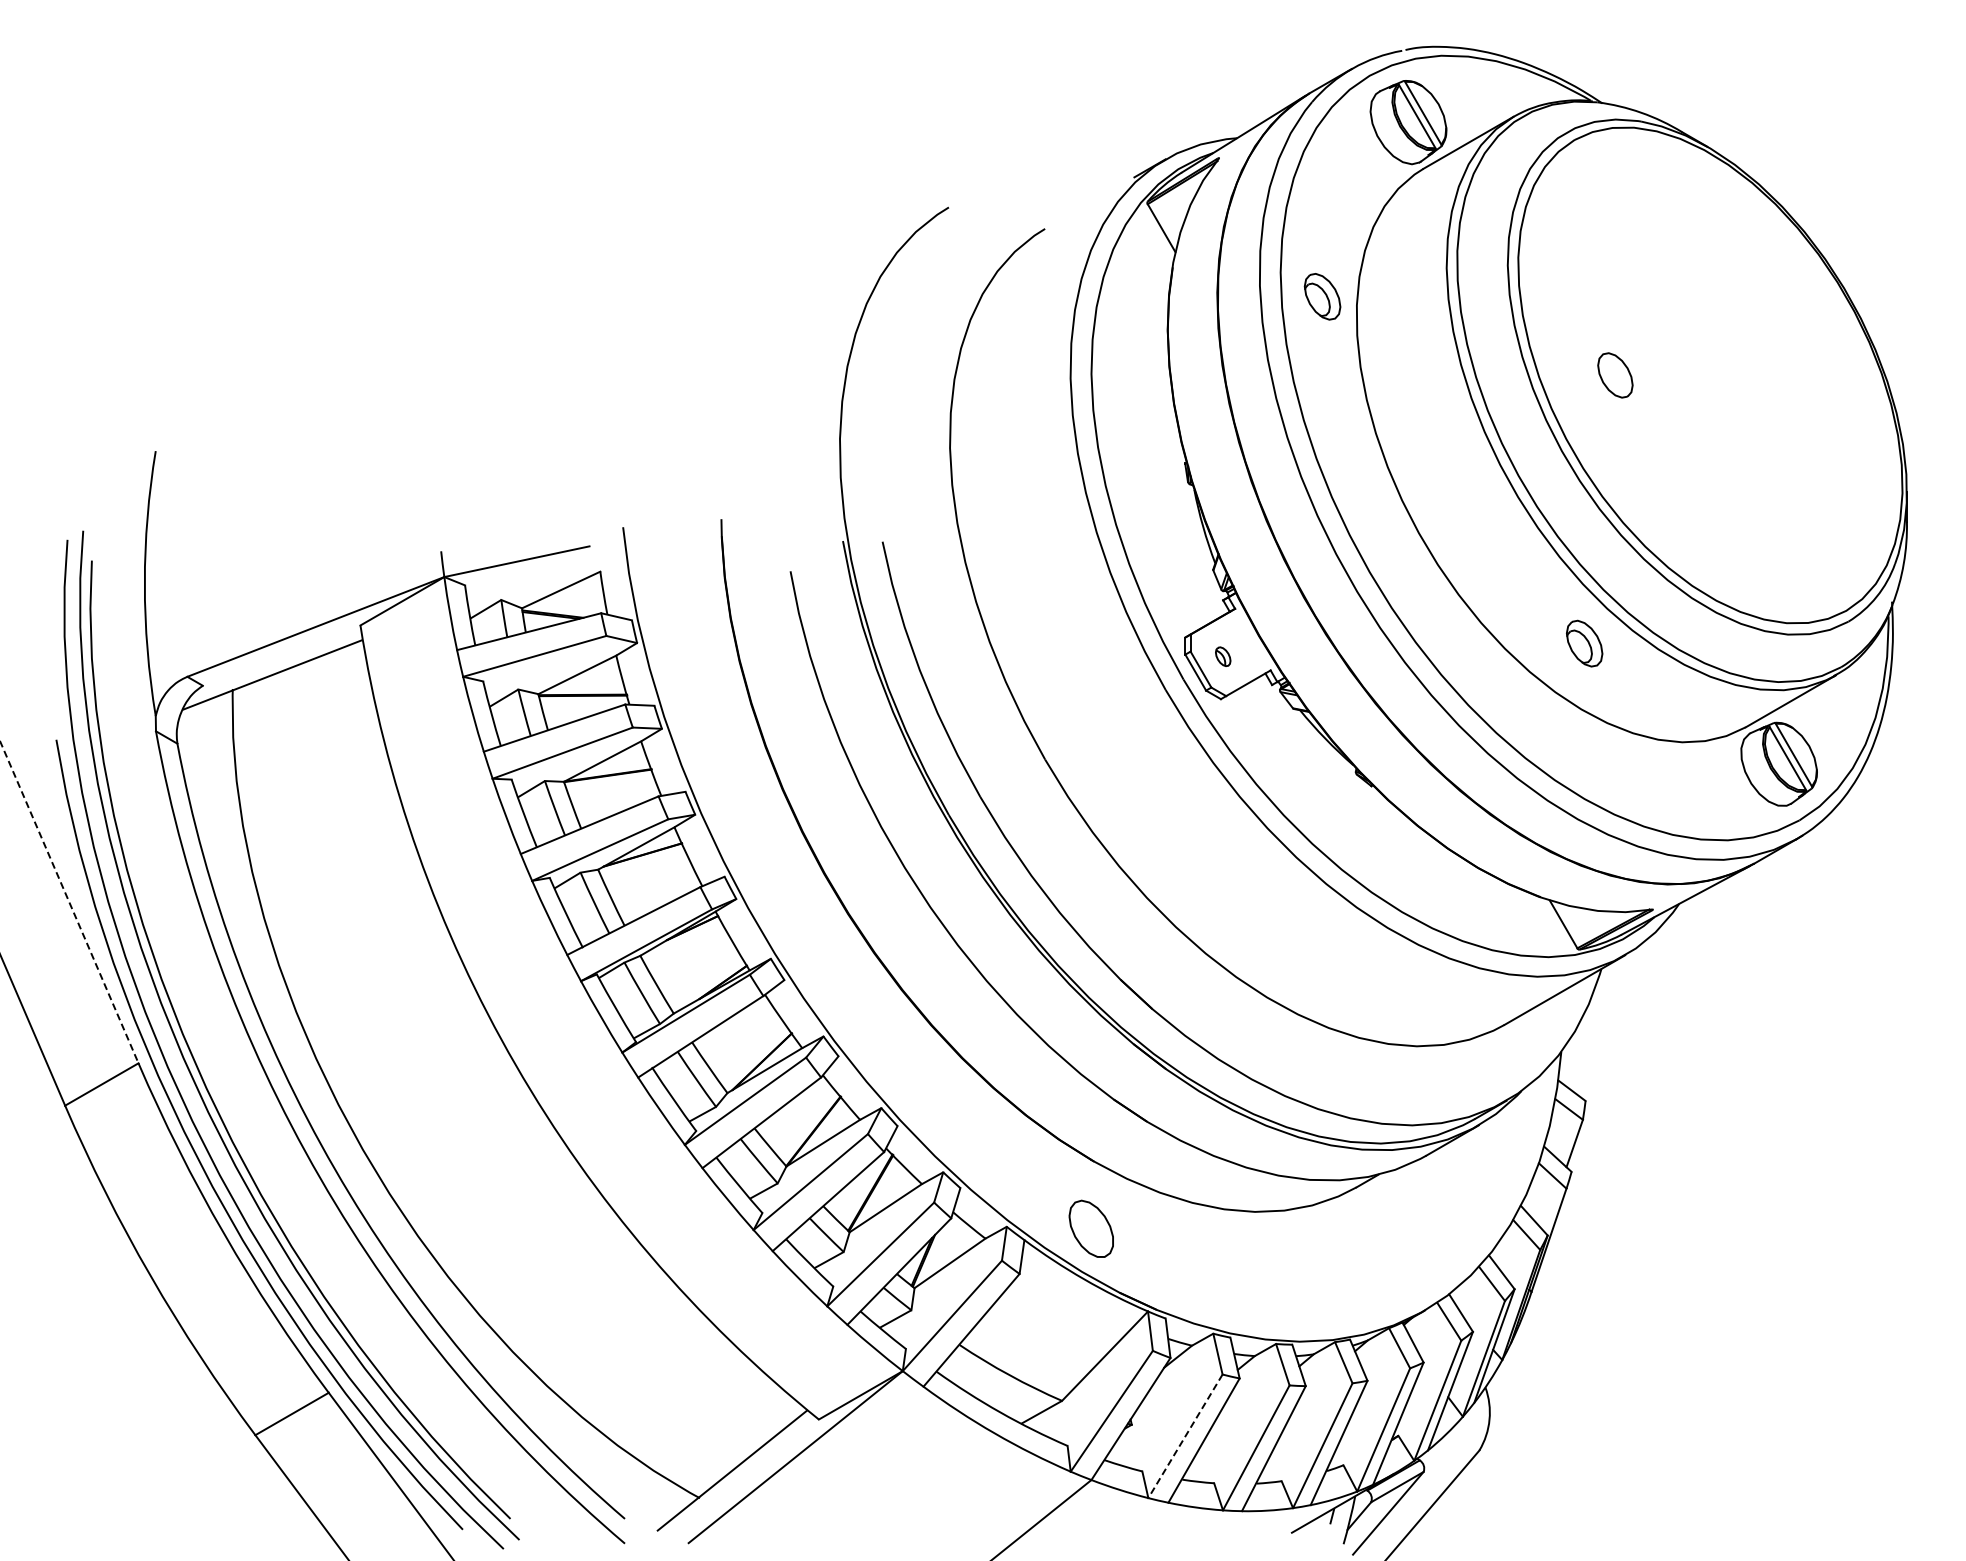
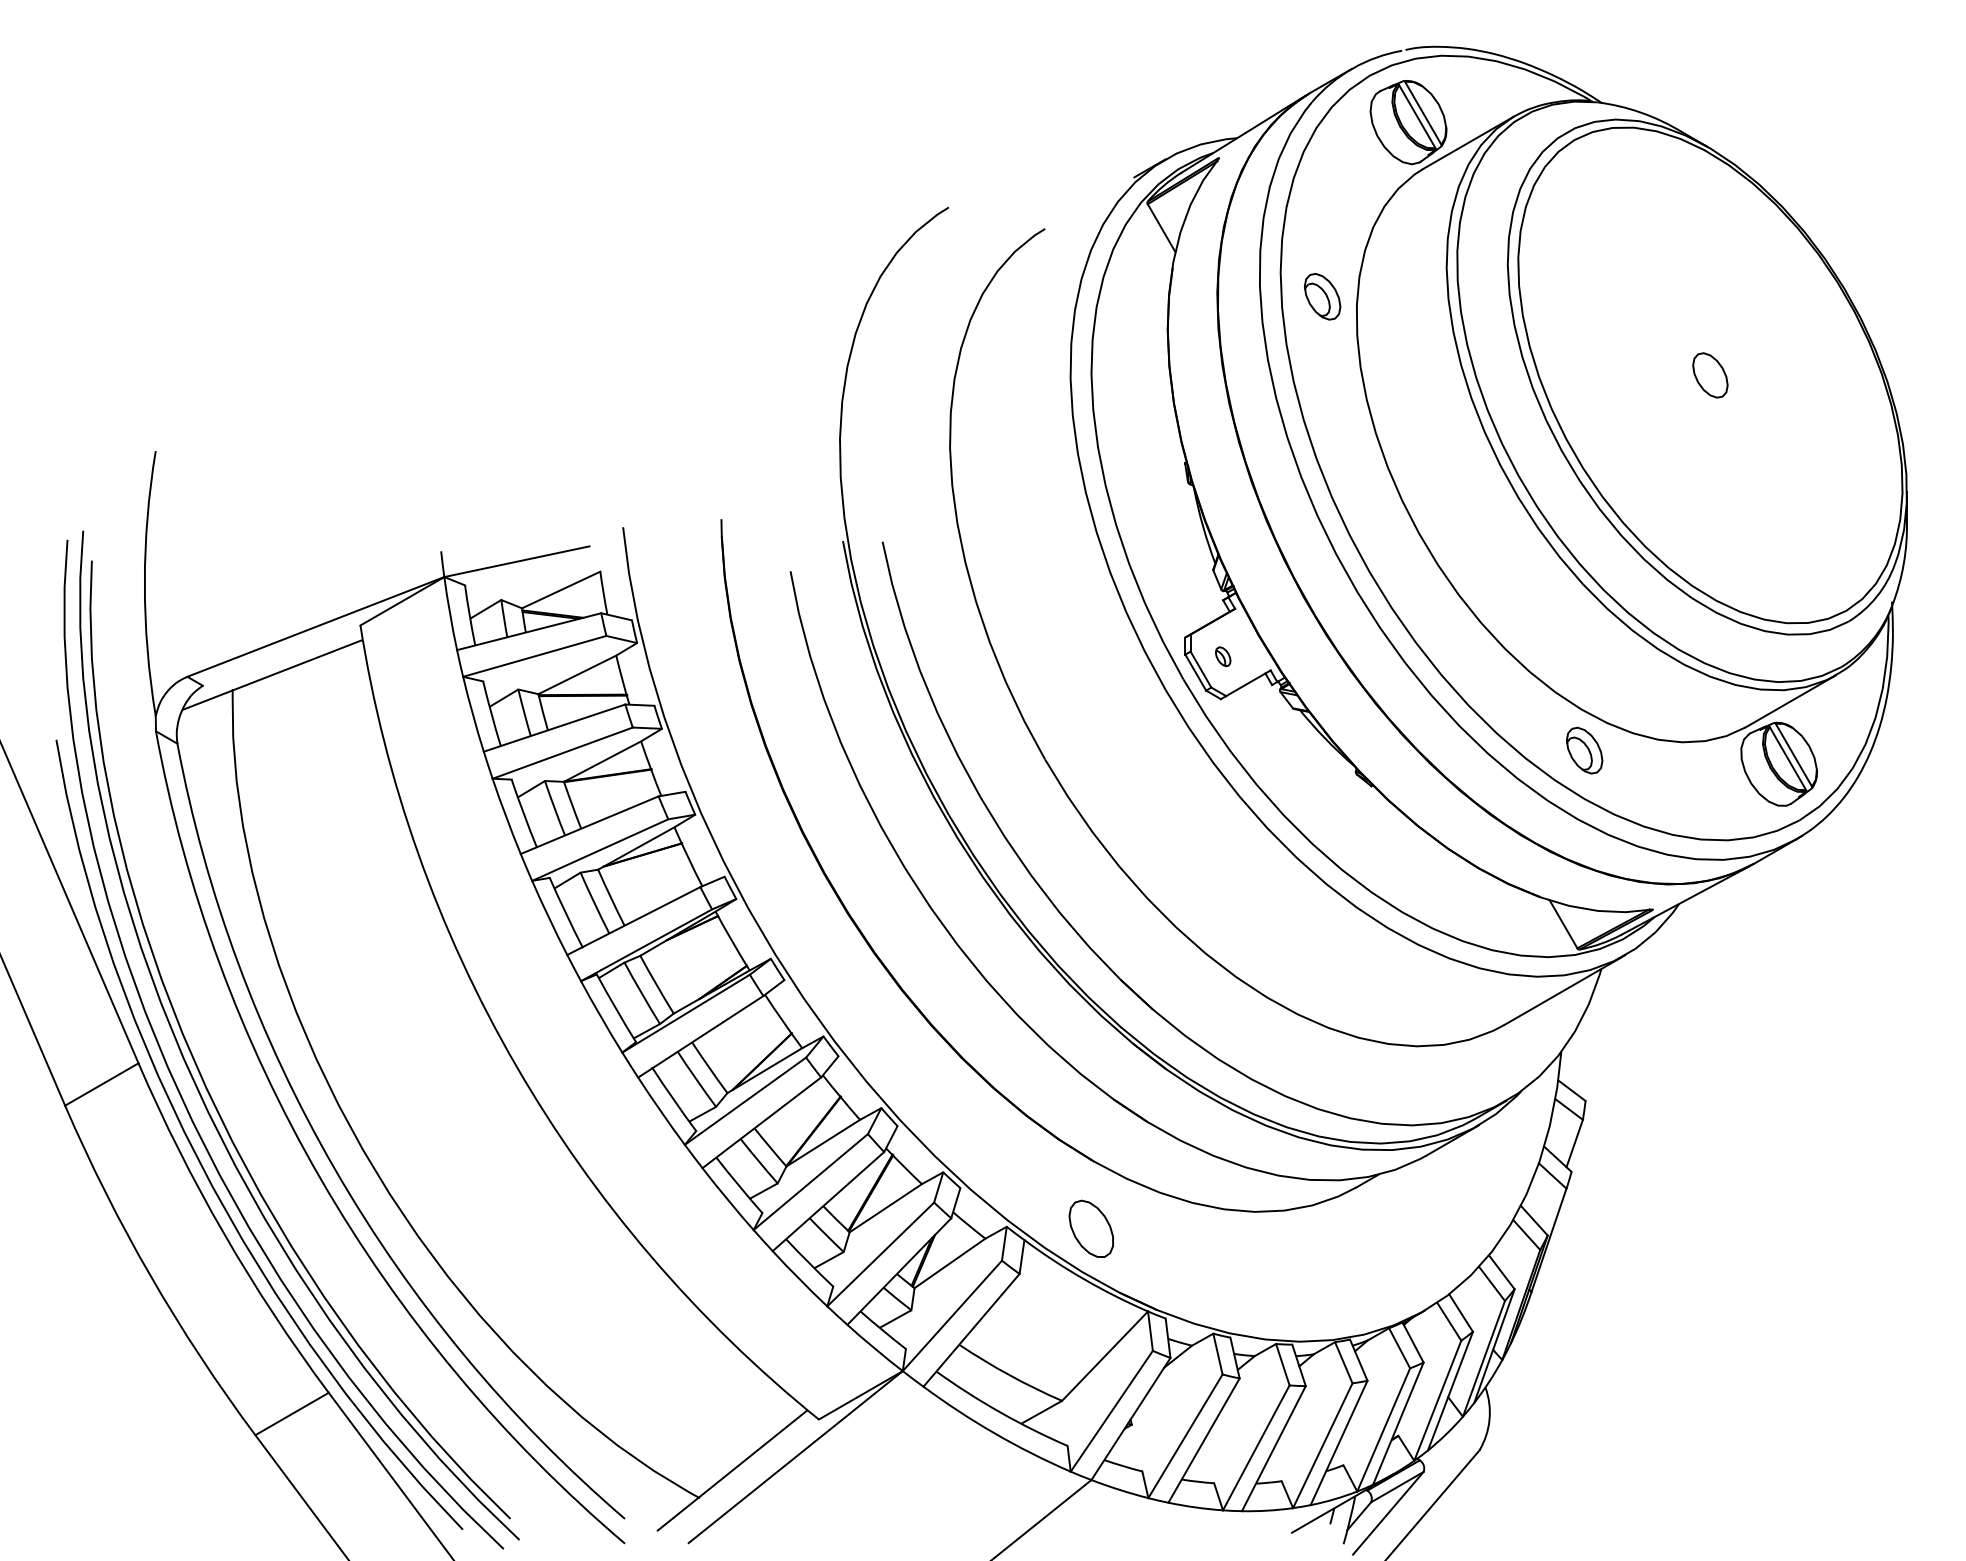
part at (1615, 375) position: (1615, 375) -> (1710, 375)
part at (1584, 643) position: (1584, 643) -> (1584, 750)
line at (69, 902): dashed -> solid
line at (1185, 1436): dashed -> solid
